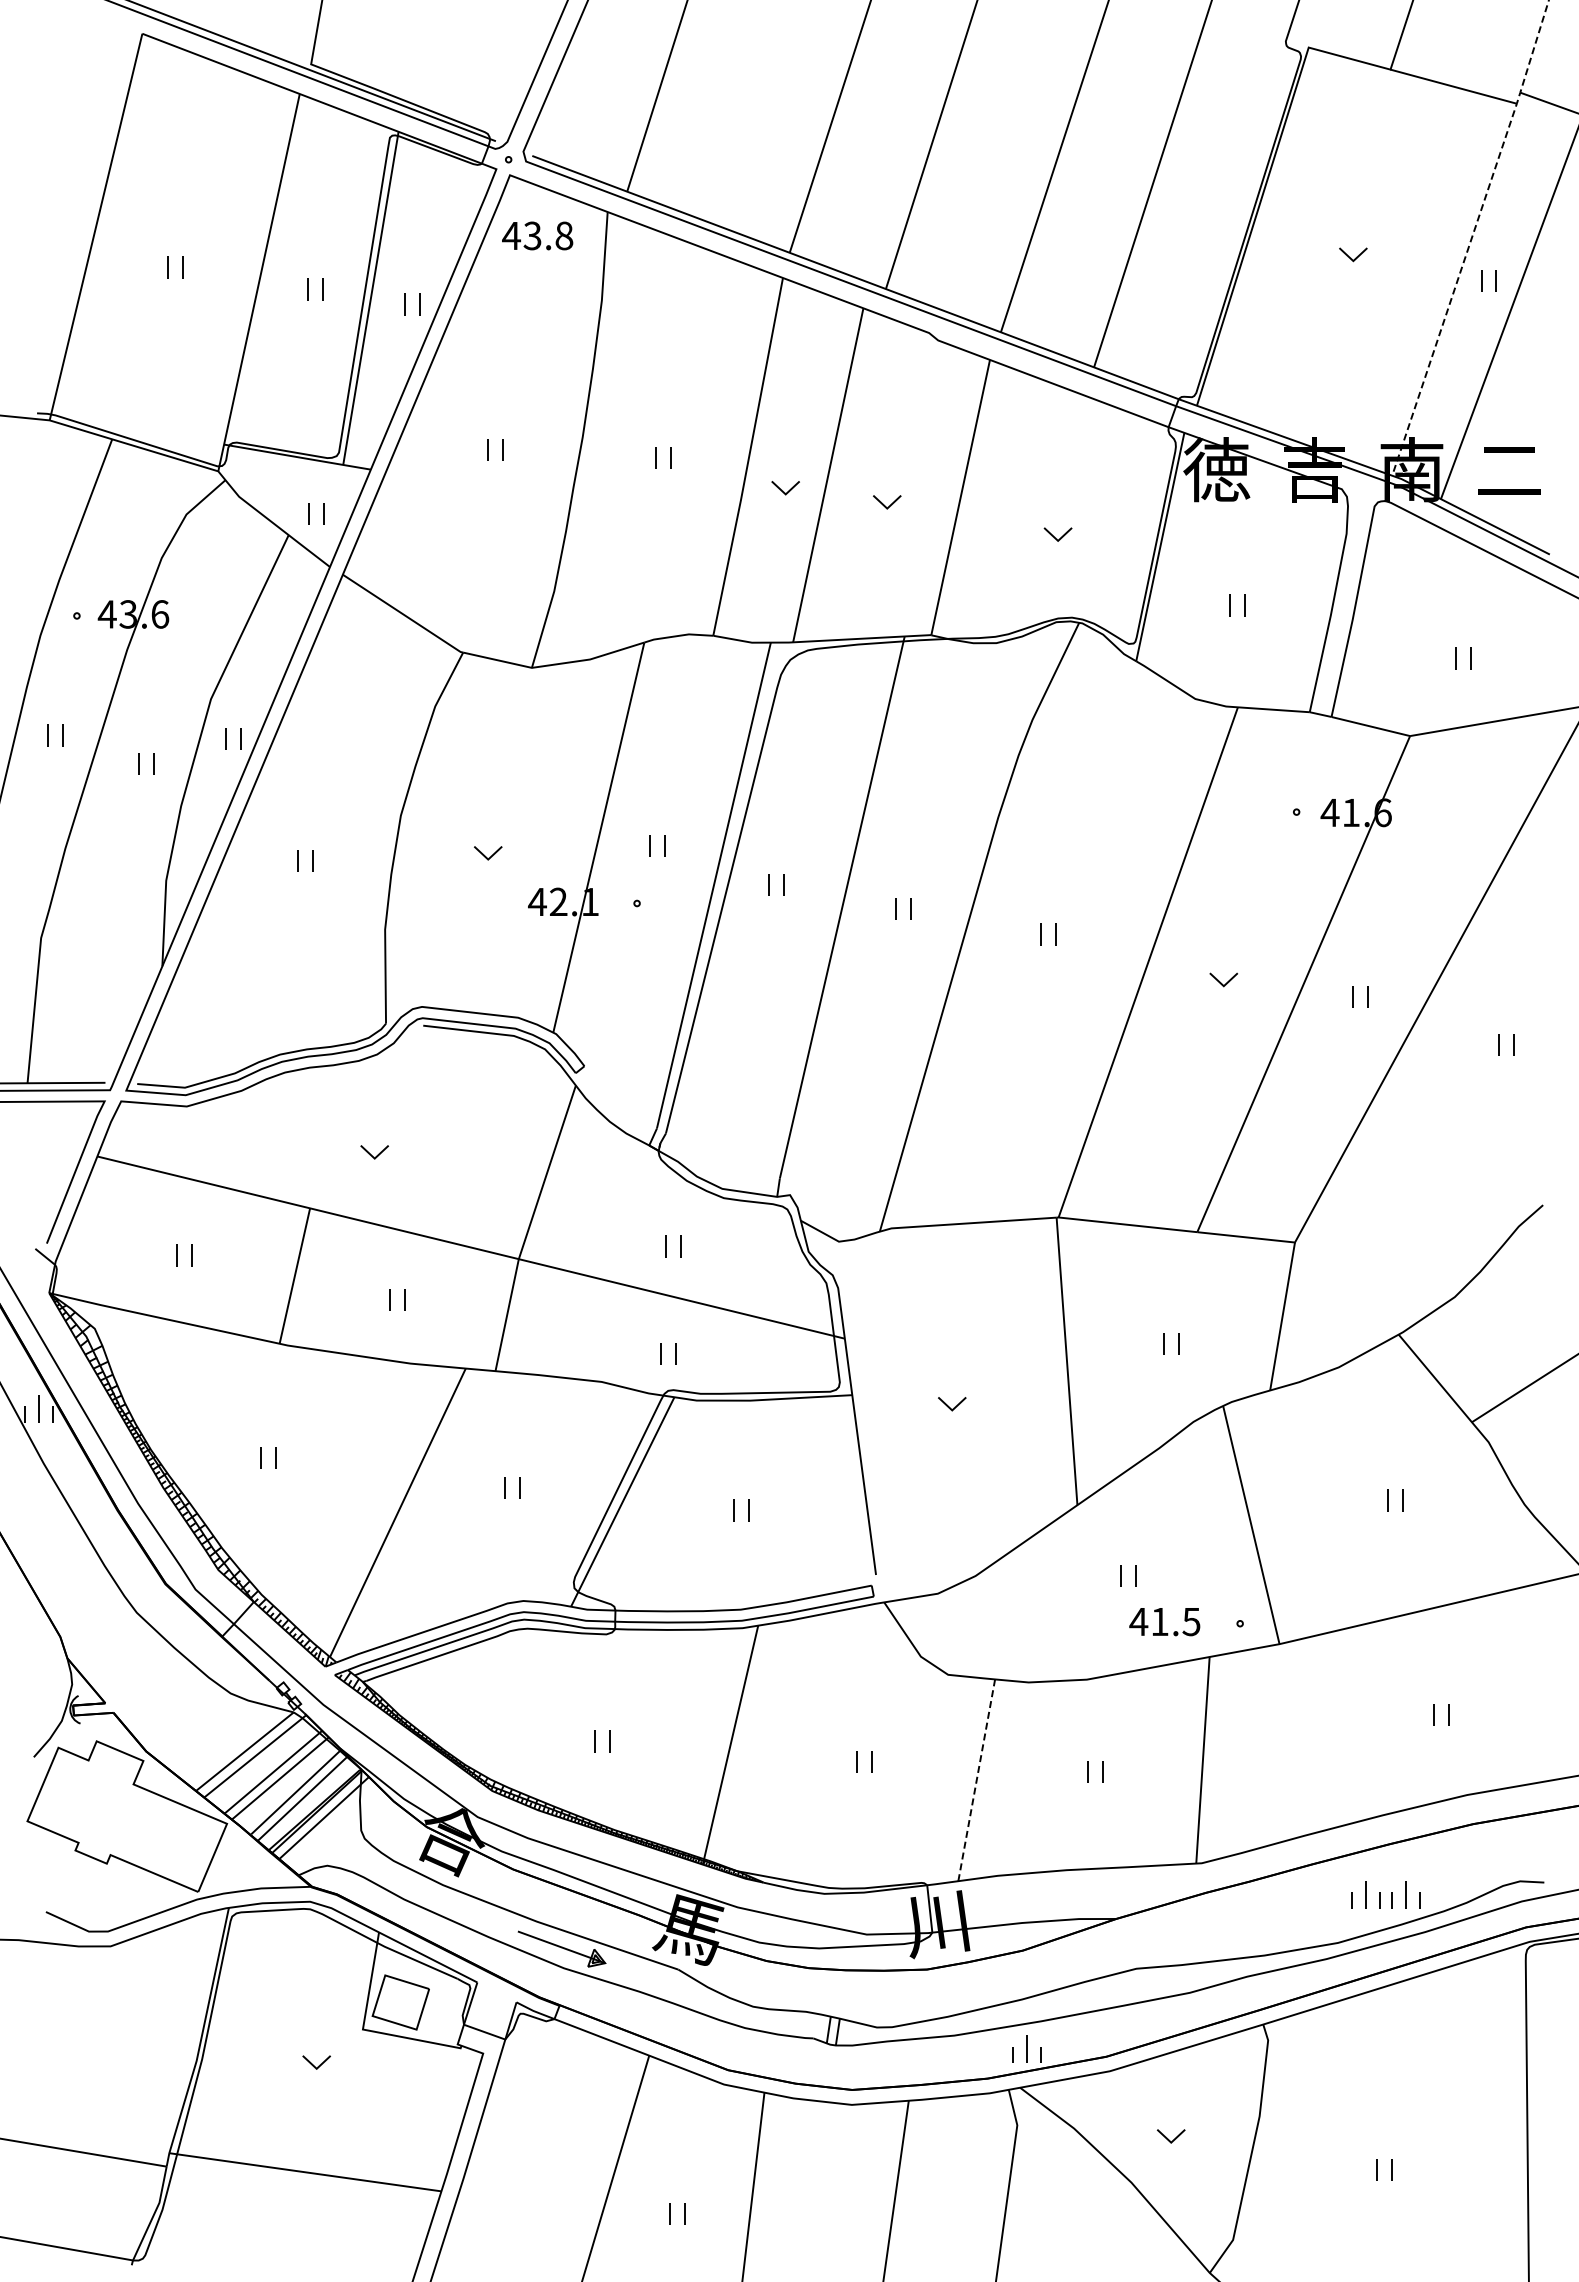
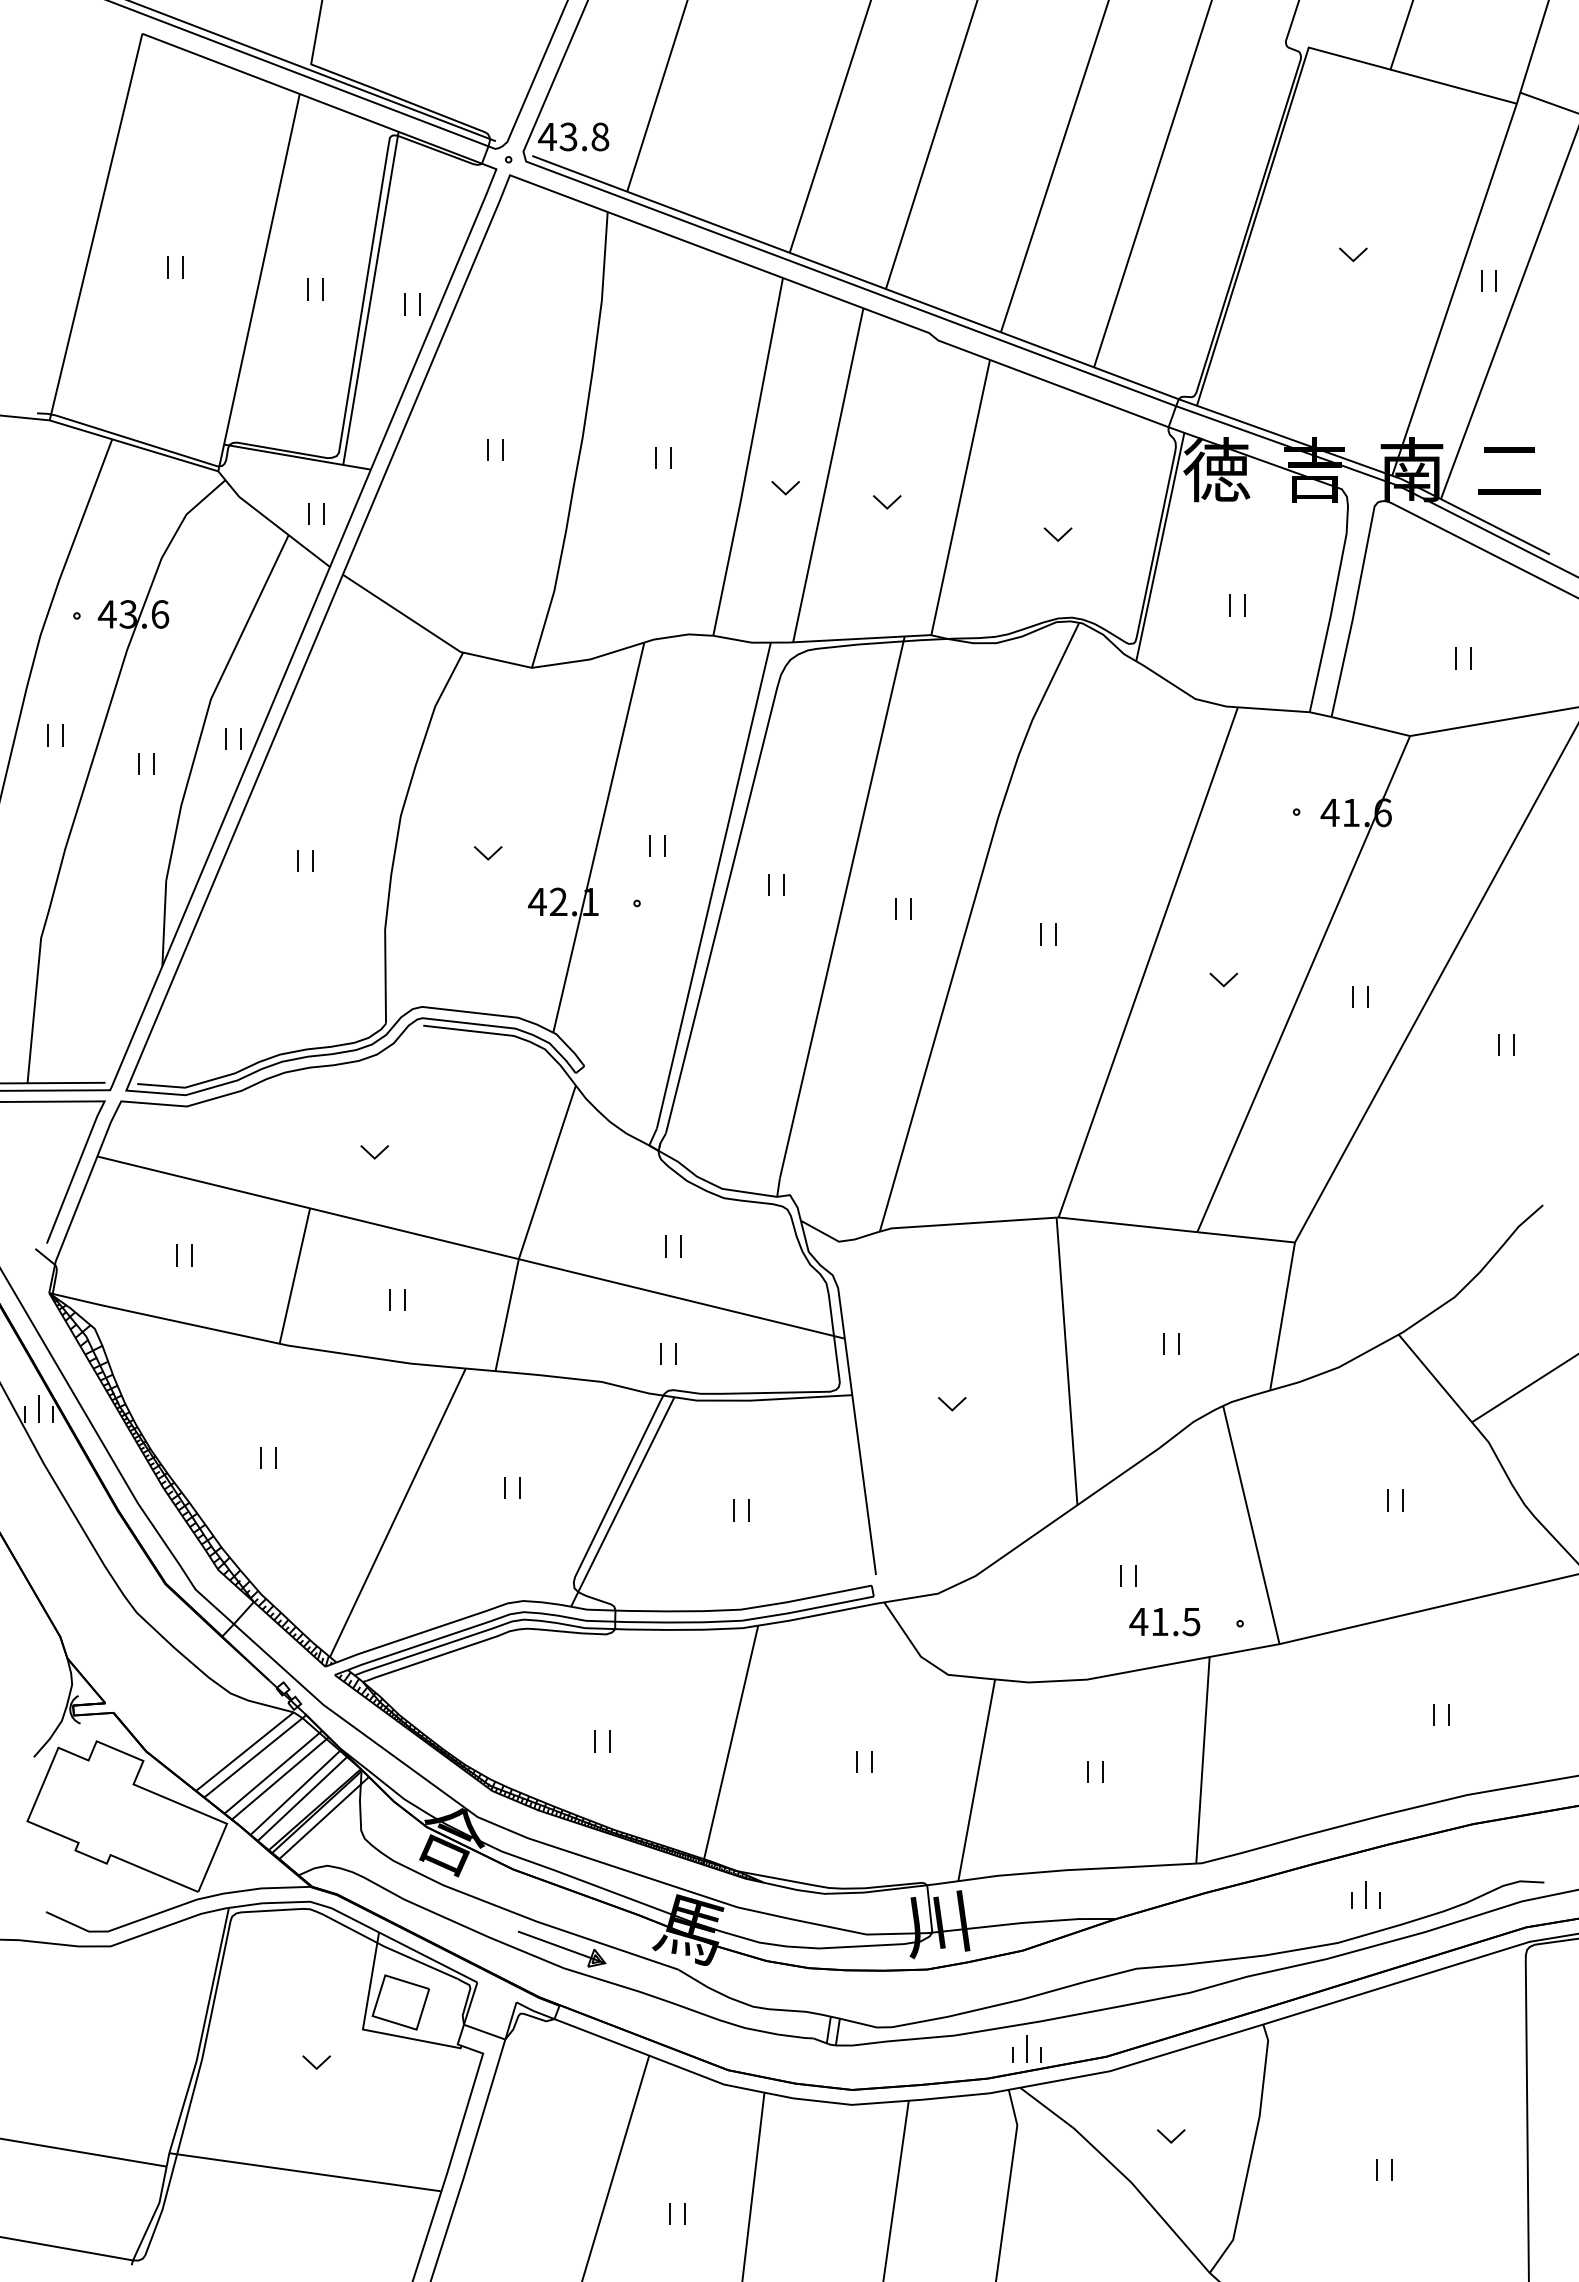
text at (537, 235) position: (537, 235) -> (573, 136)
line at (1472, 237): dashed -> solid
line at (976, 1780): dashed -> solid
part at (1405, 1894): present -> none
